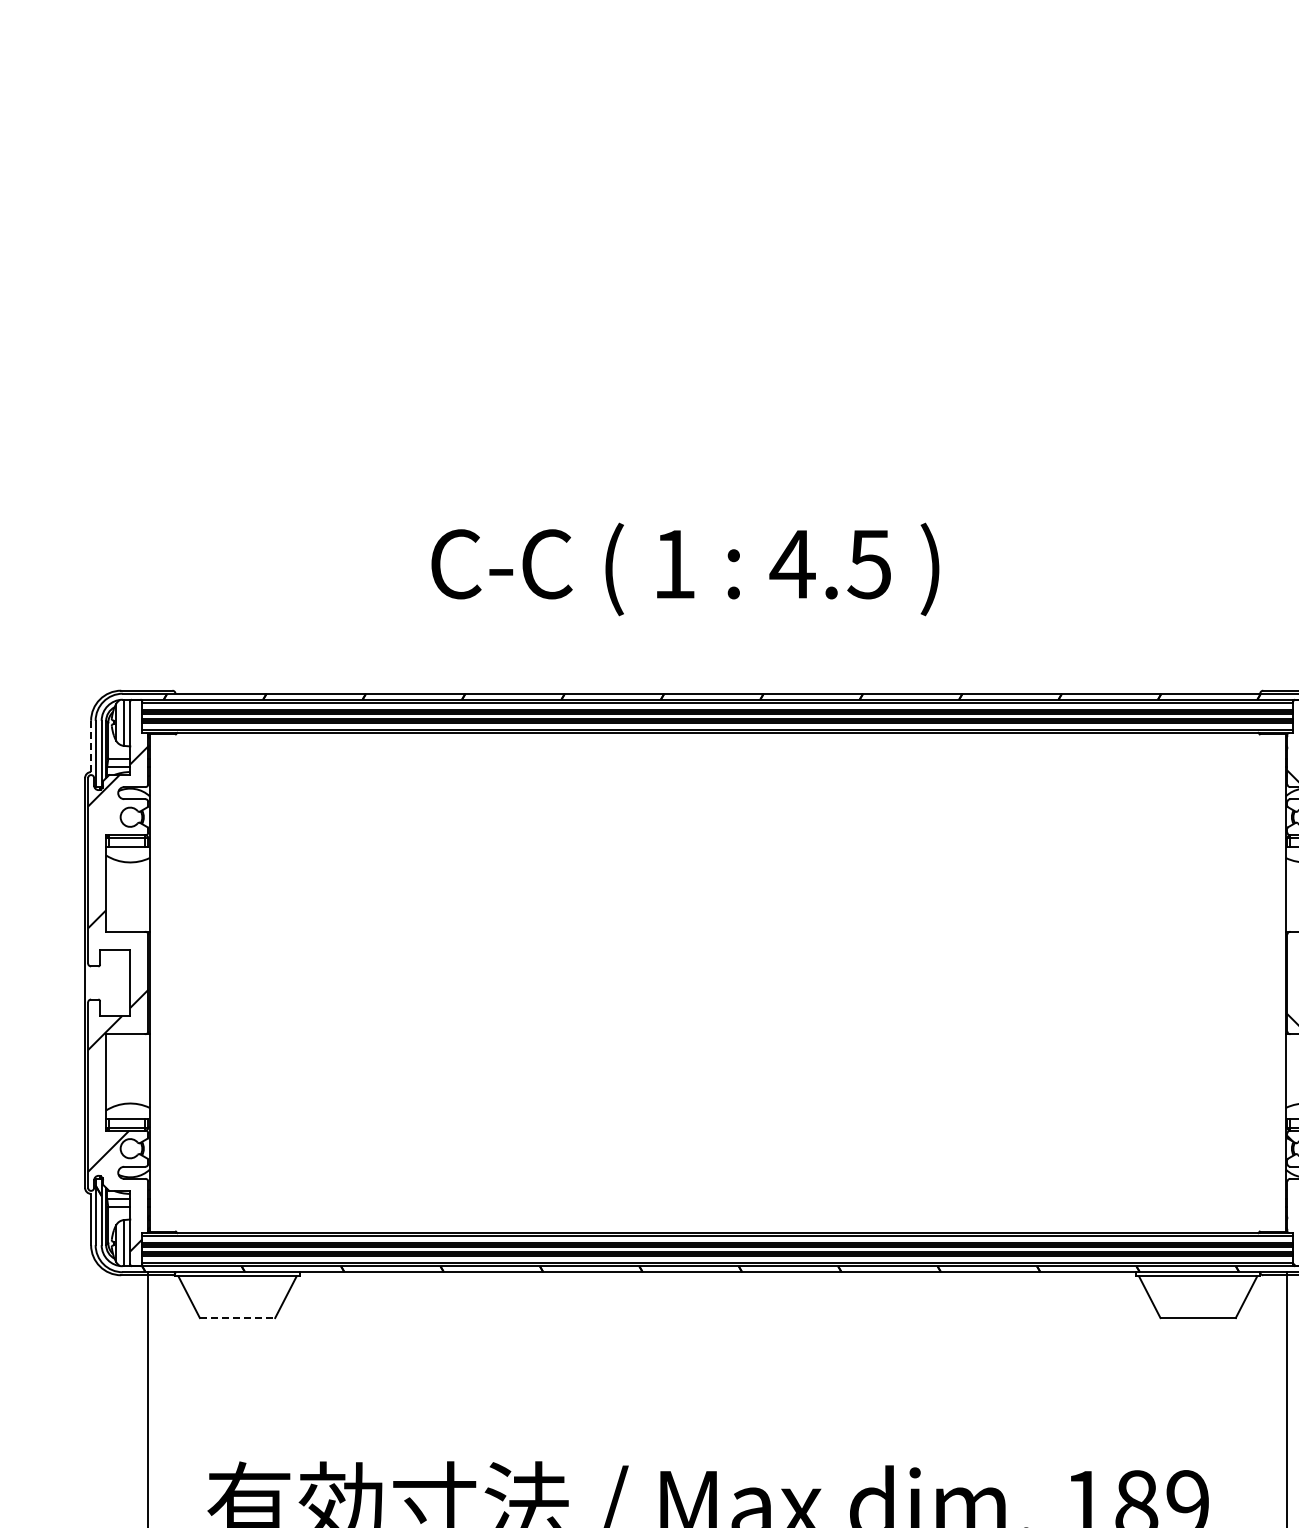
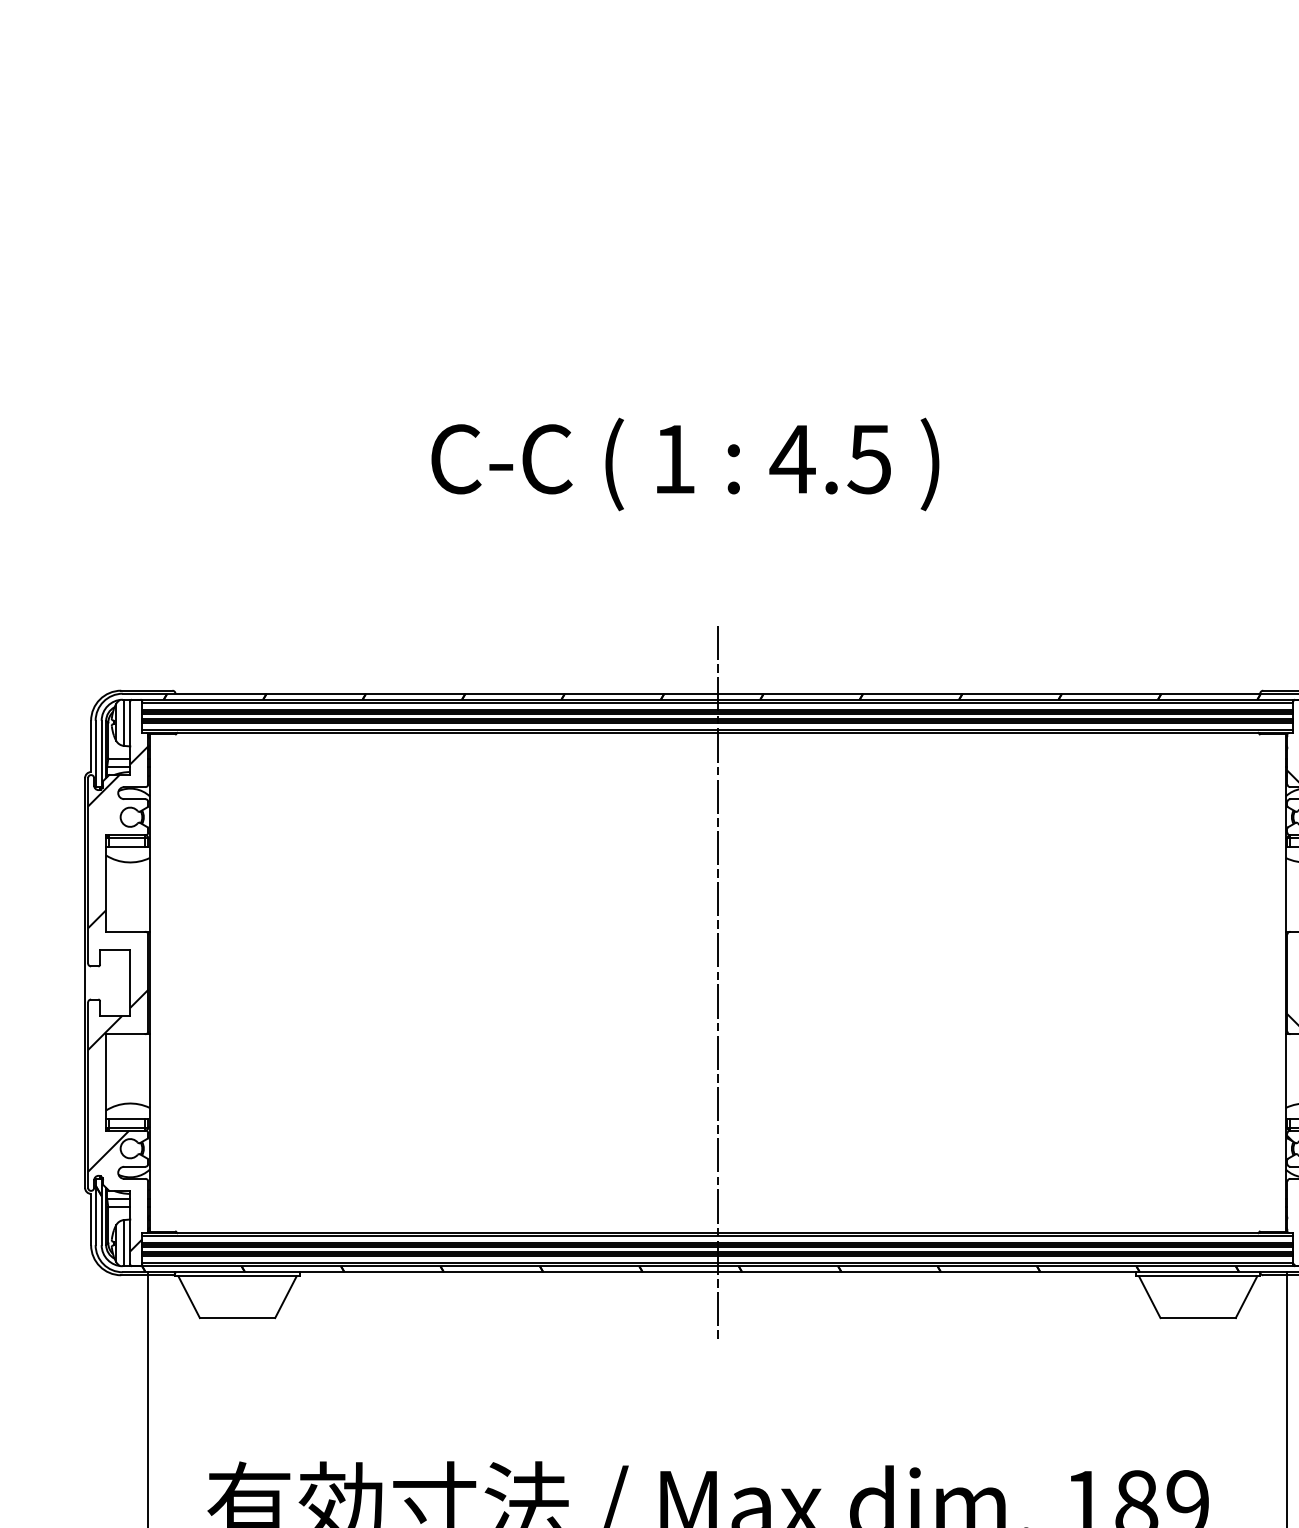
text at (685, 569) position: (685, 569) -> (685, 464)
line at (91, 746): dashed -> solid
line at (717, 982): none -> present
line at (237, 1318): dashed -> solid
